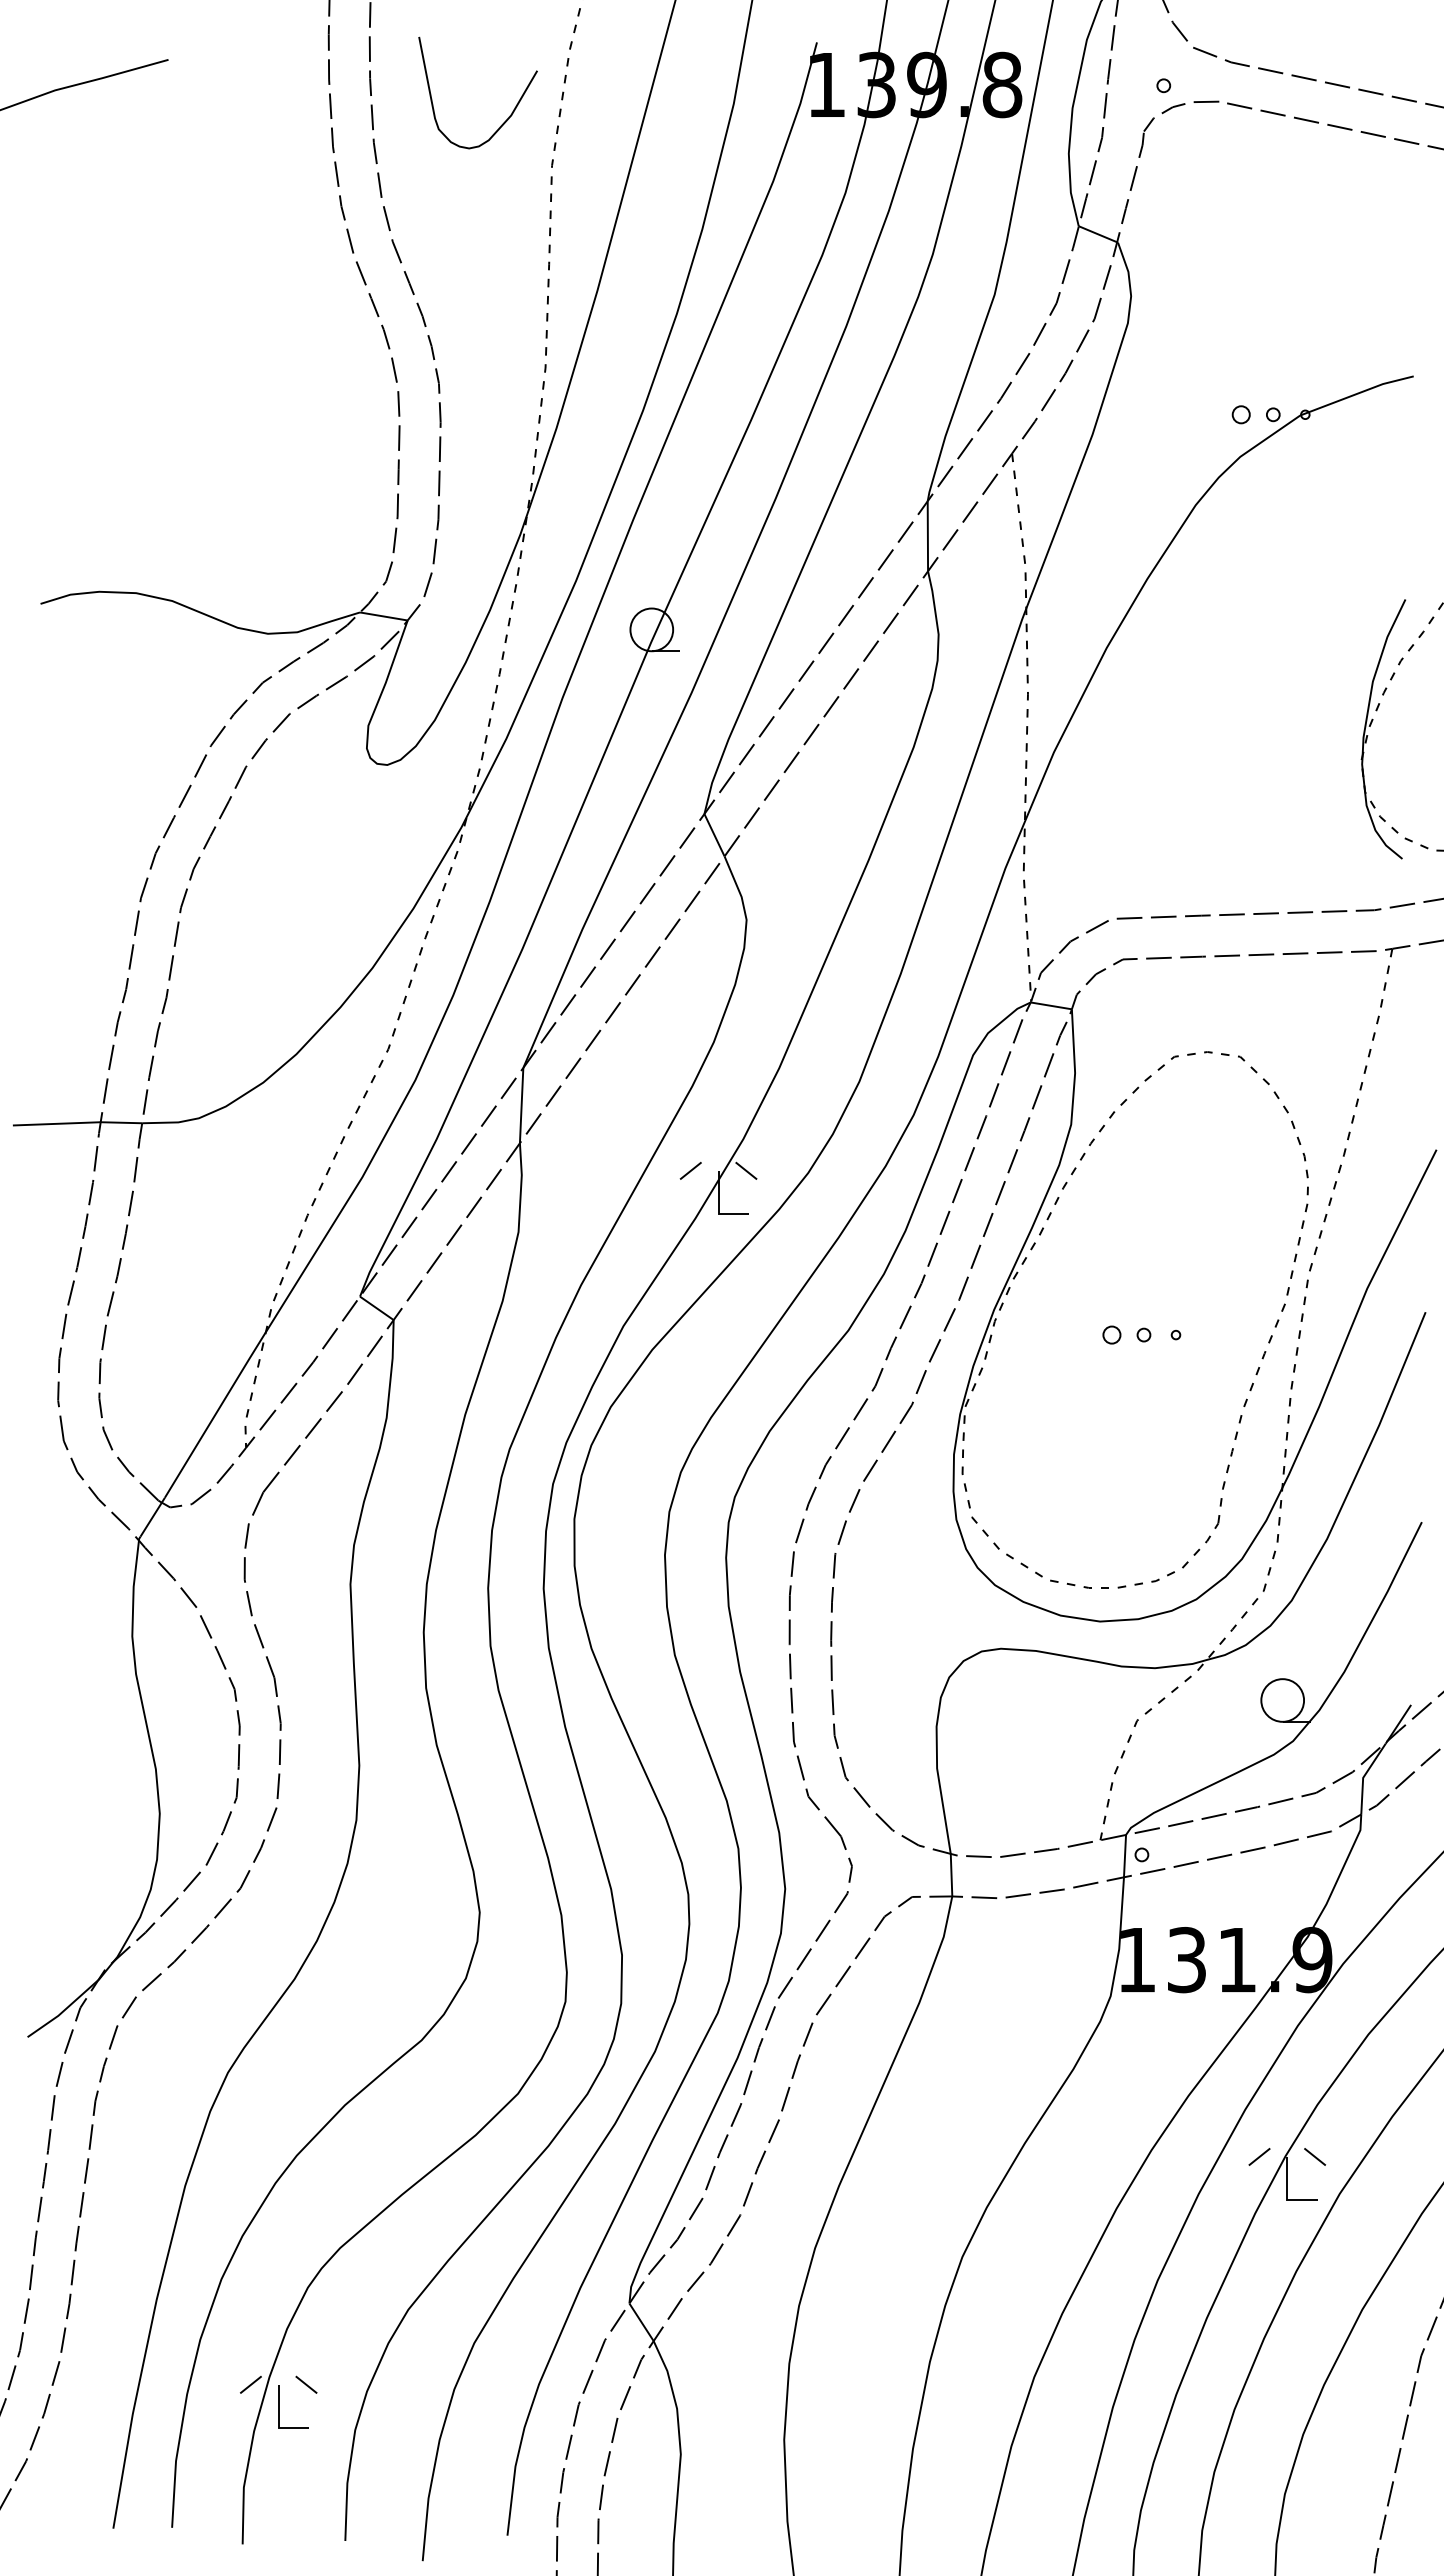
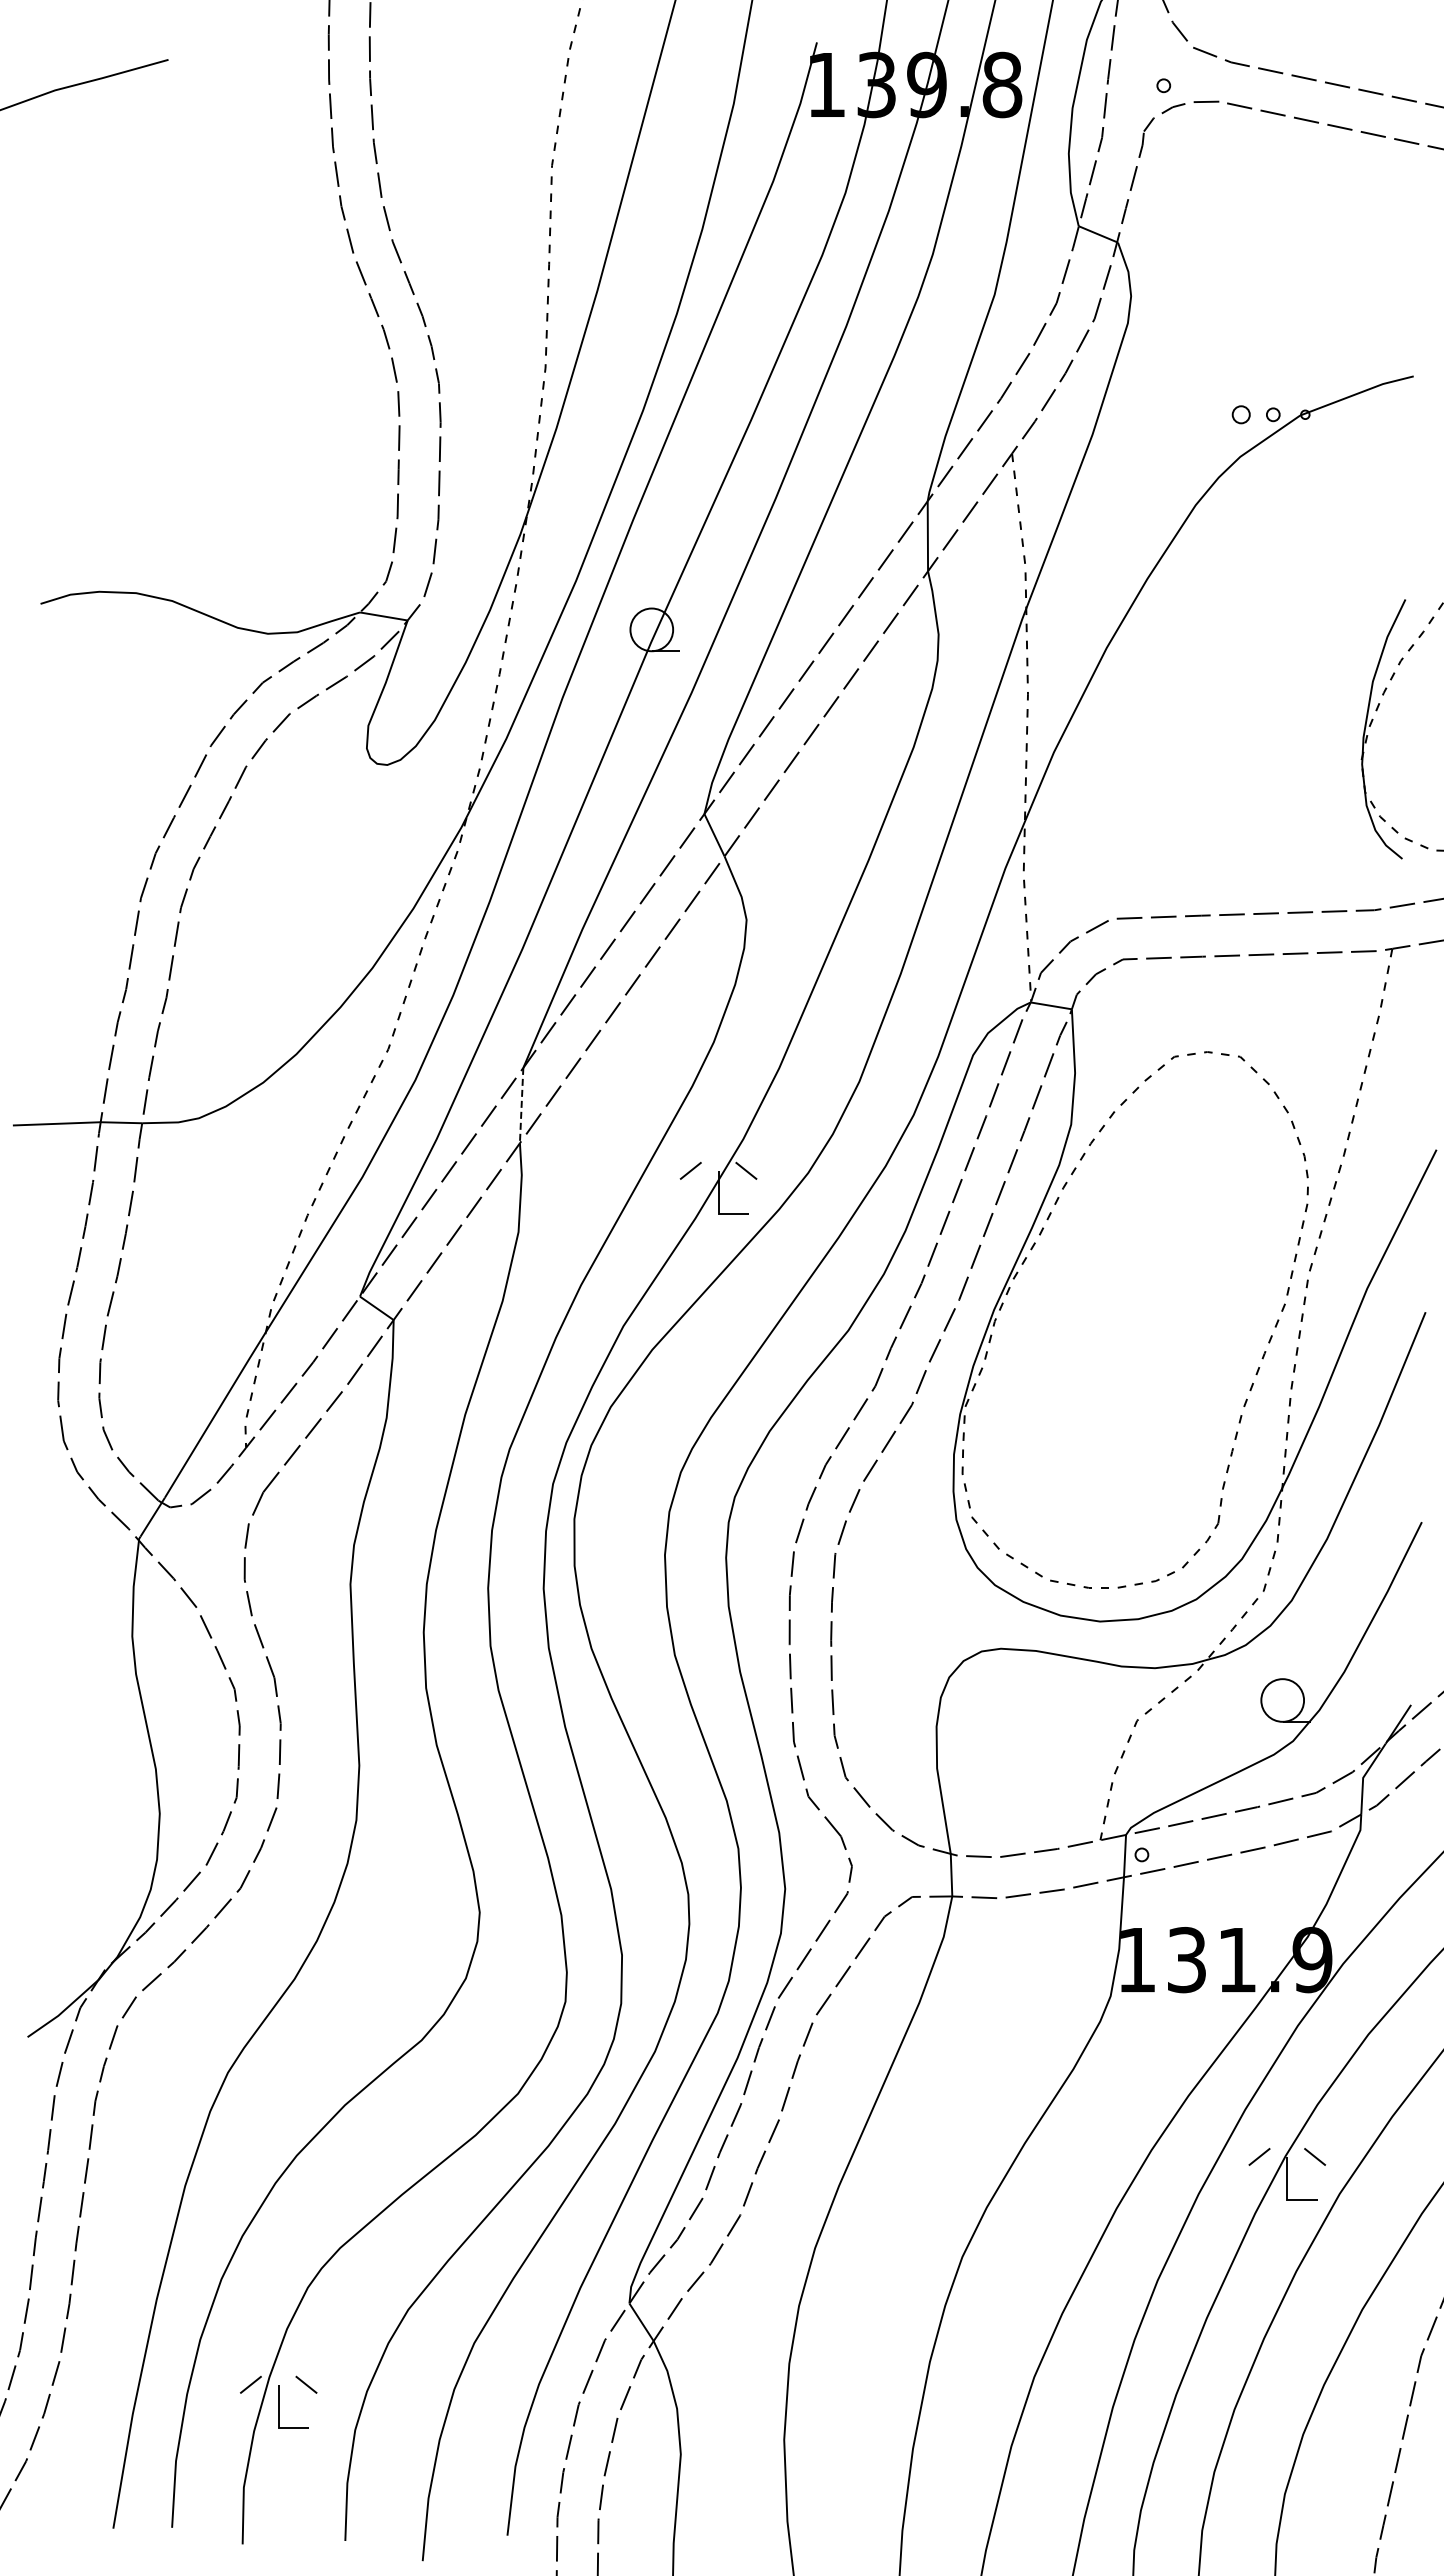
curve at (509, 115): present -> none
line at (521, 1105): solid -> dashed
part at (1141, 1334): present -> none
